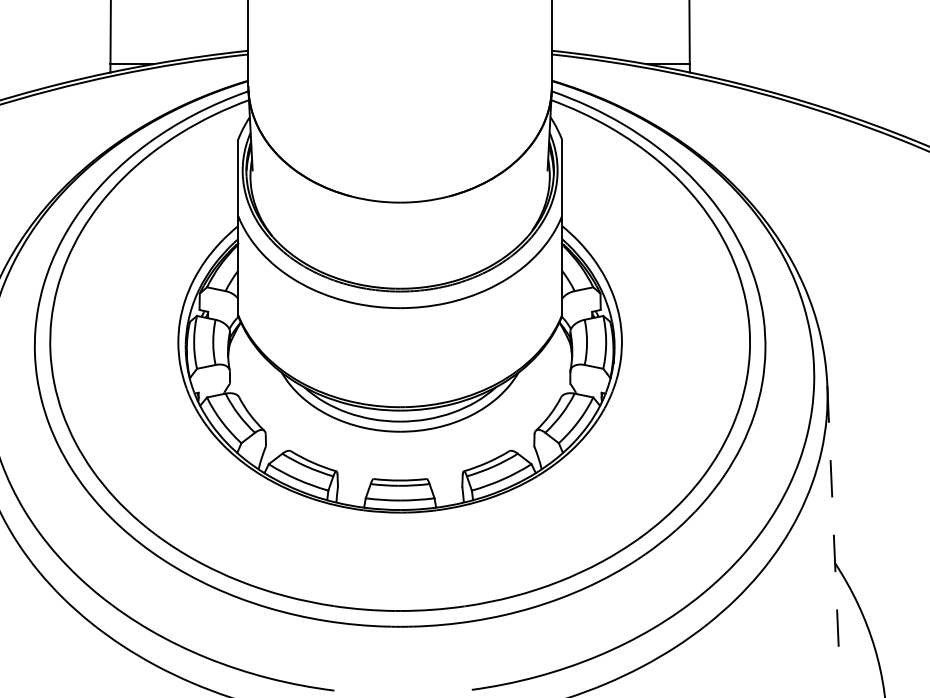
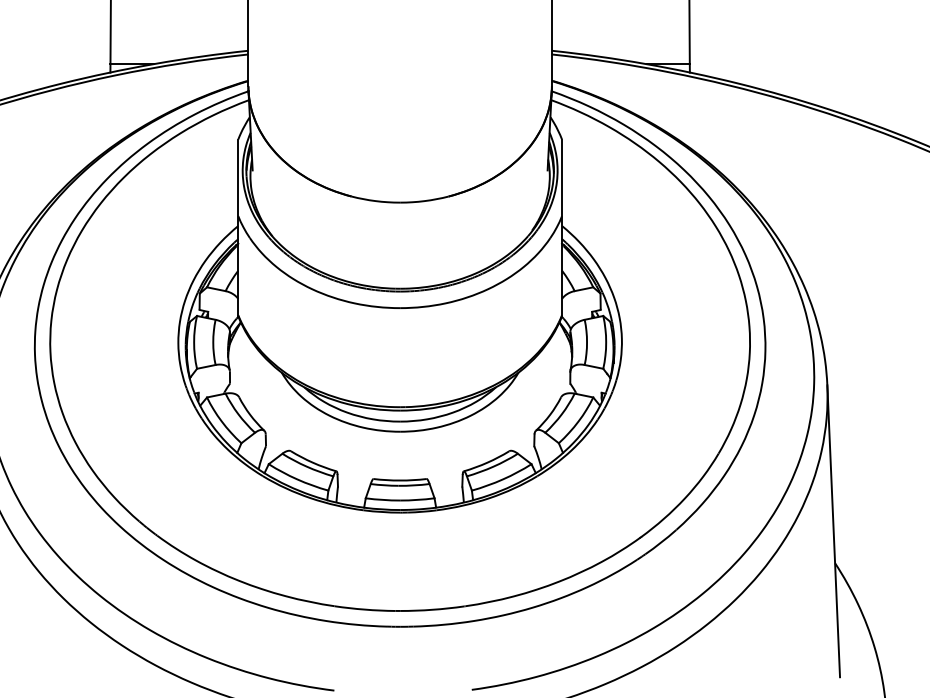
line at (833, 531): dashed -> solid
